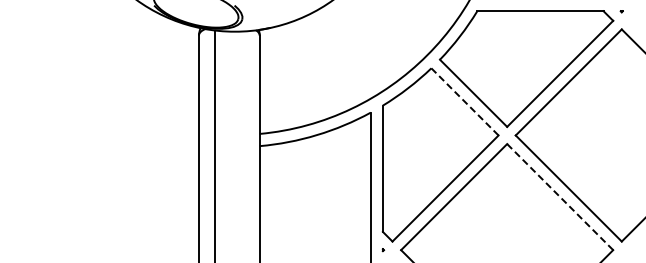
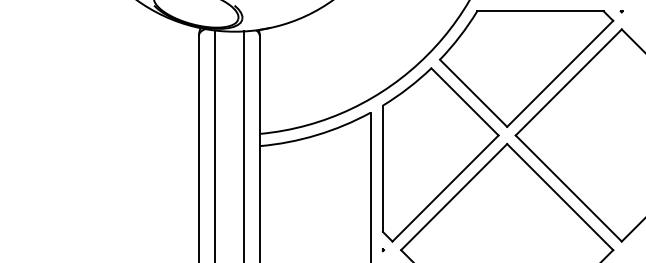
line at (464, 101): dashed -> solid
line at (243, 145): none -> present
line at (560, 197): dashed -> solid
